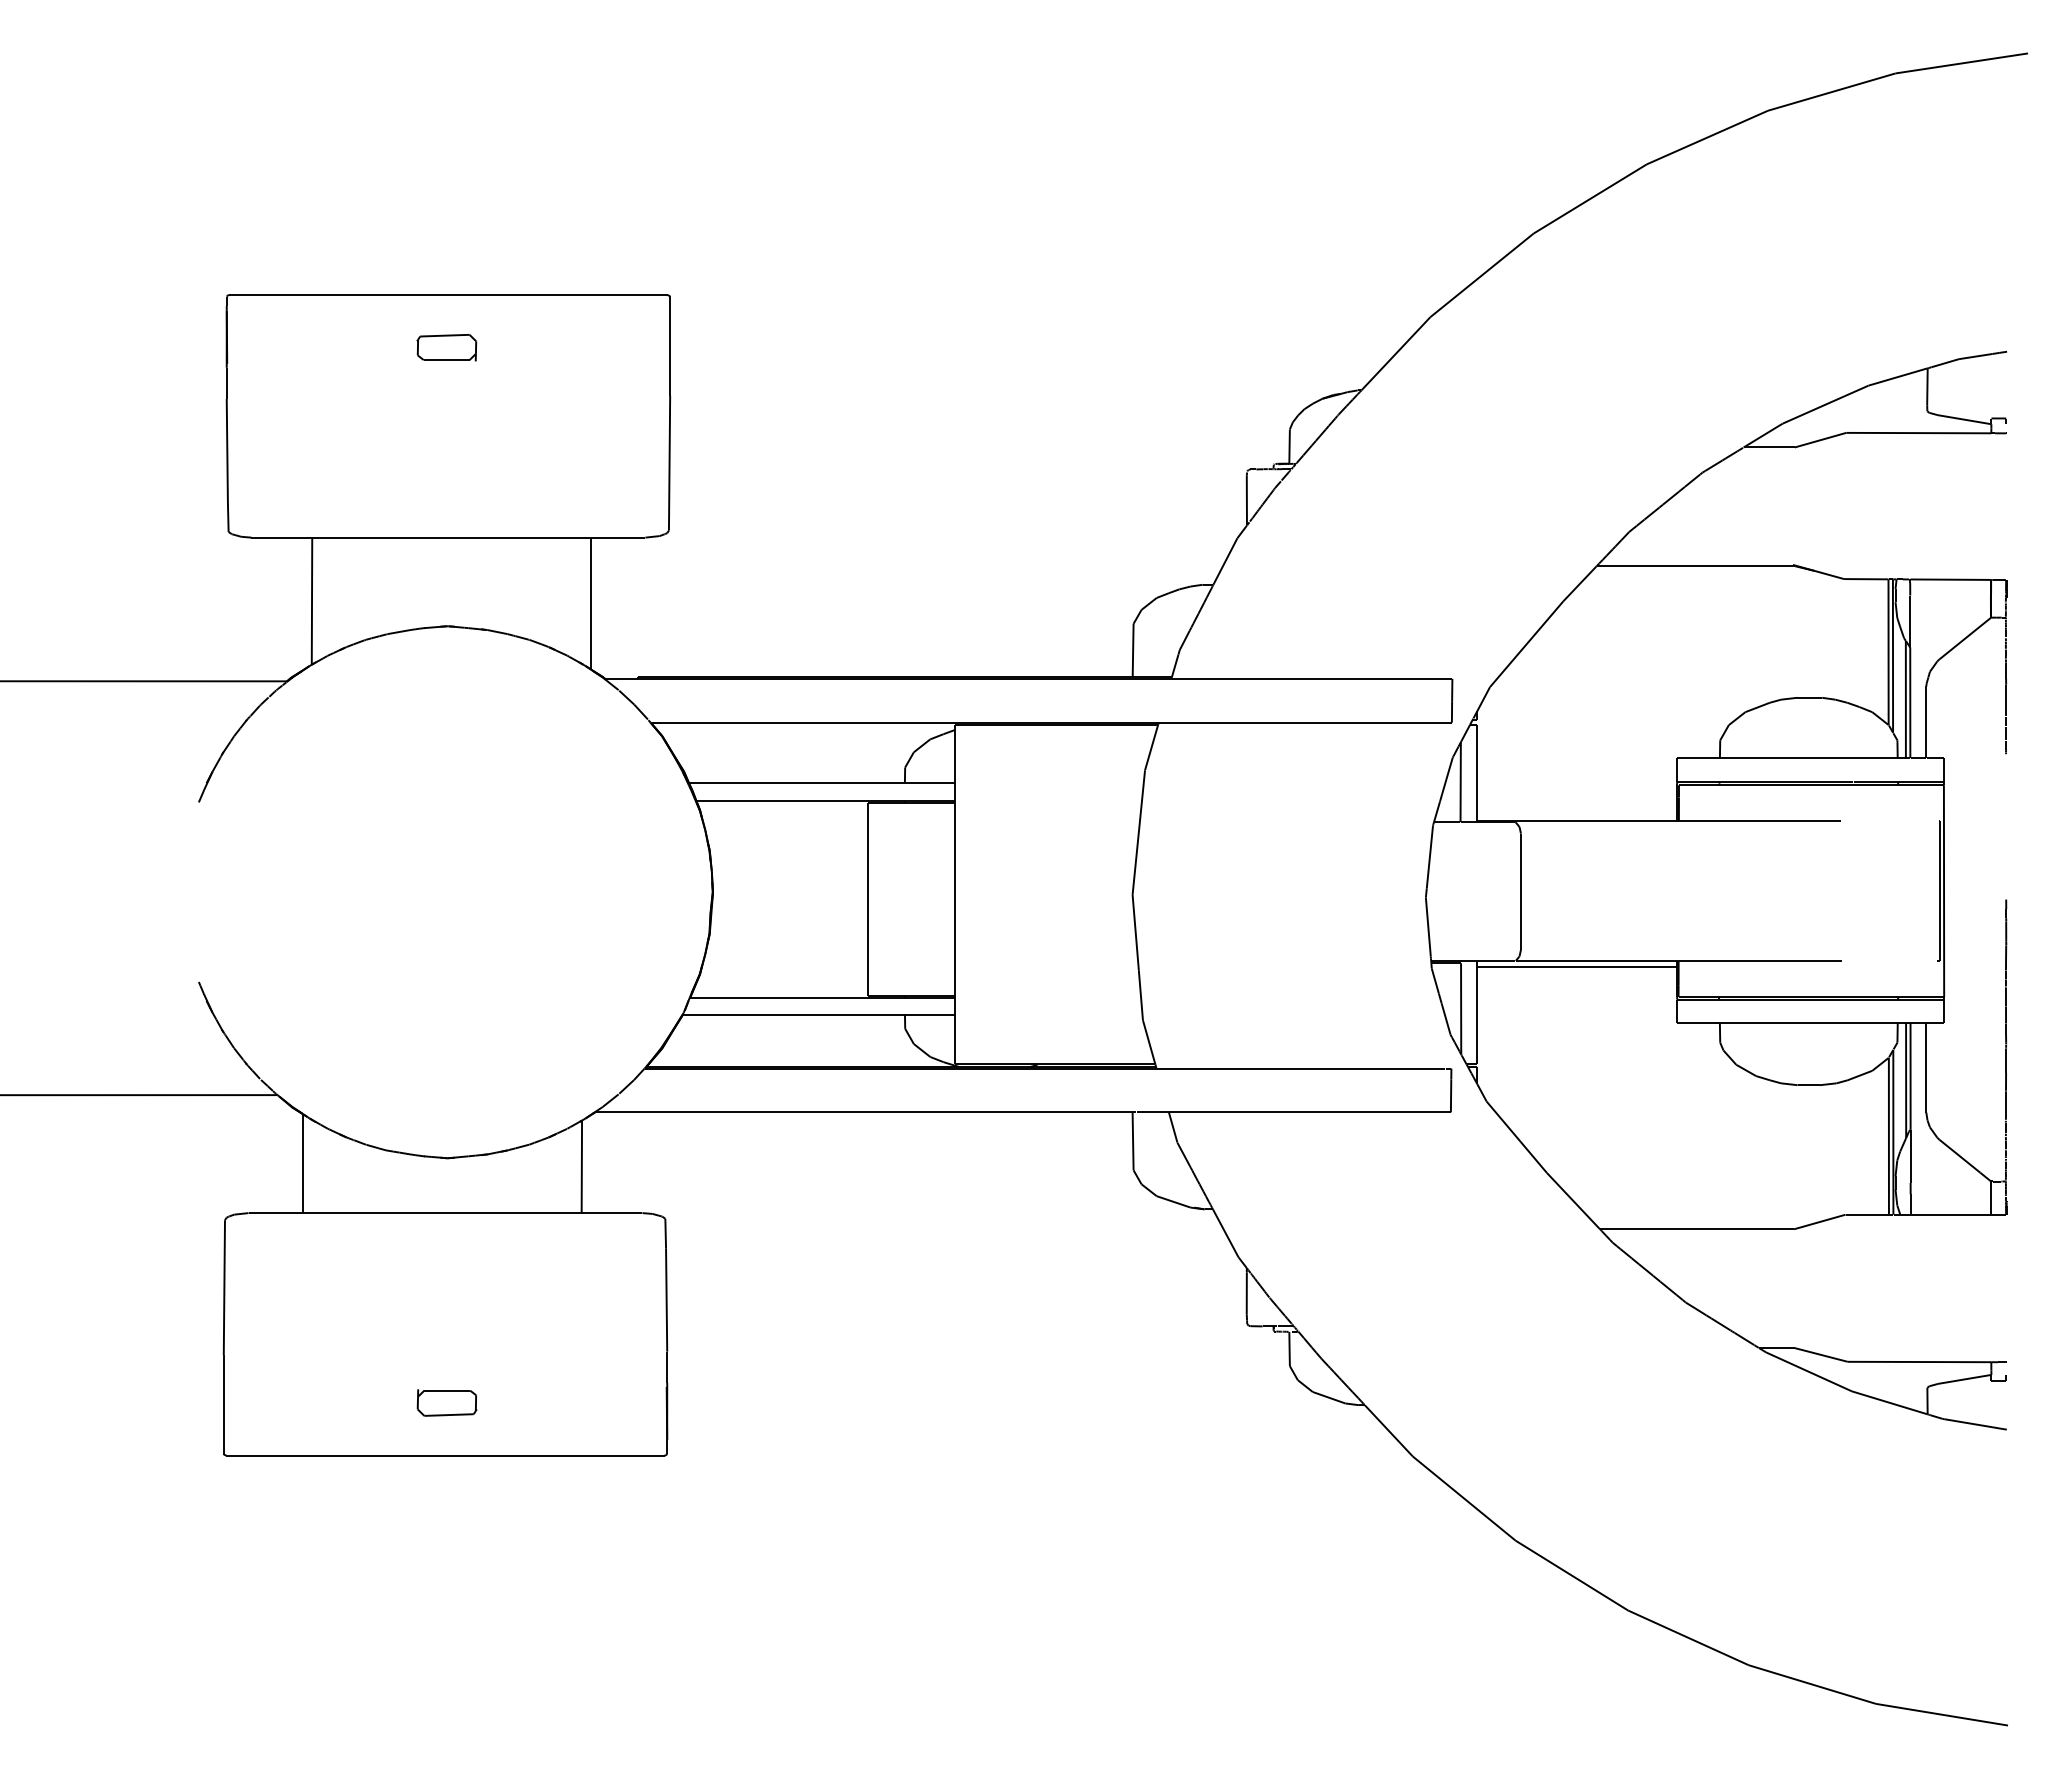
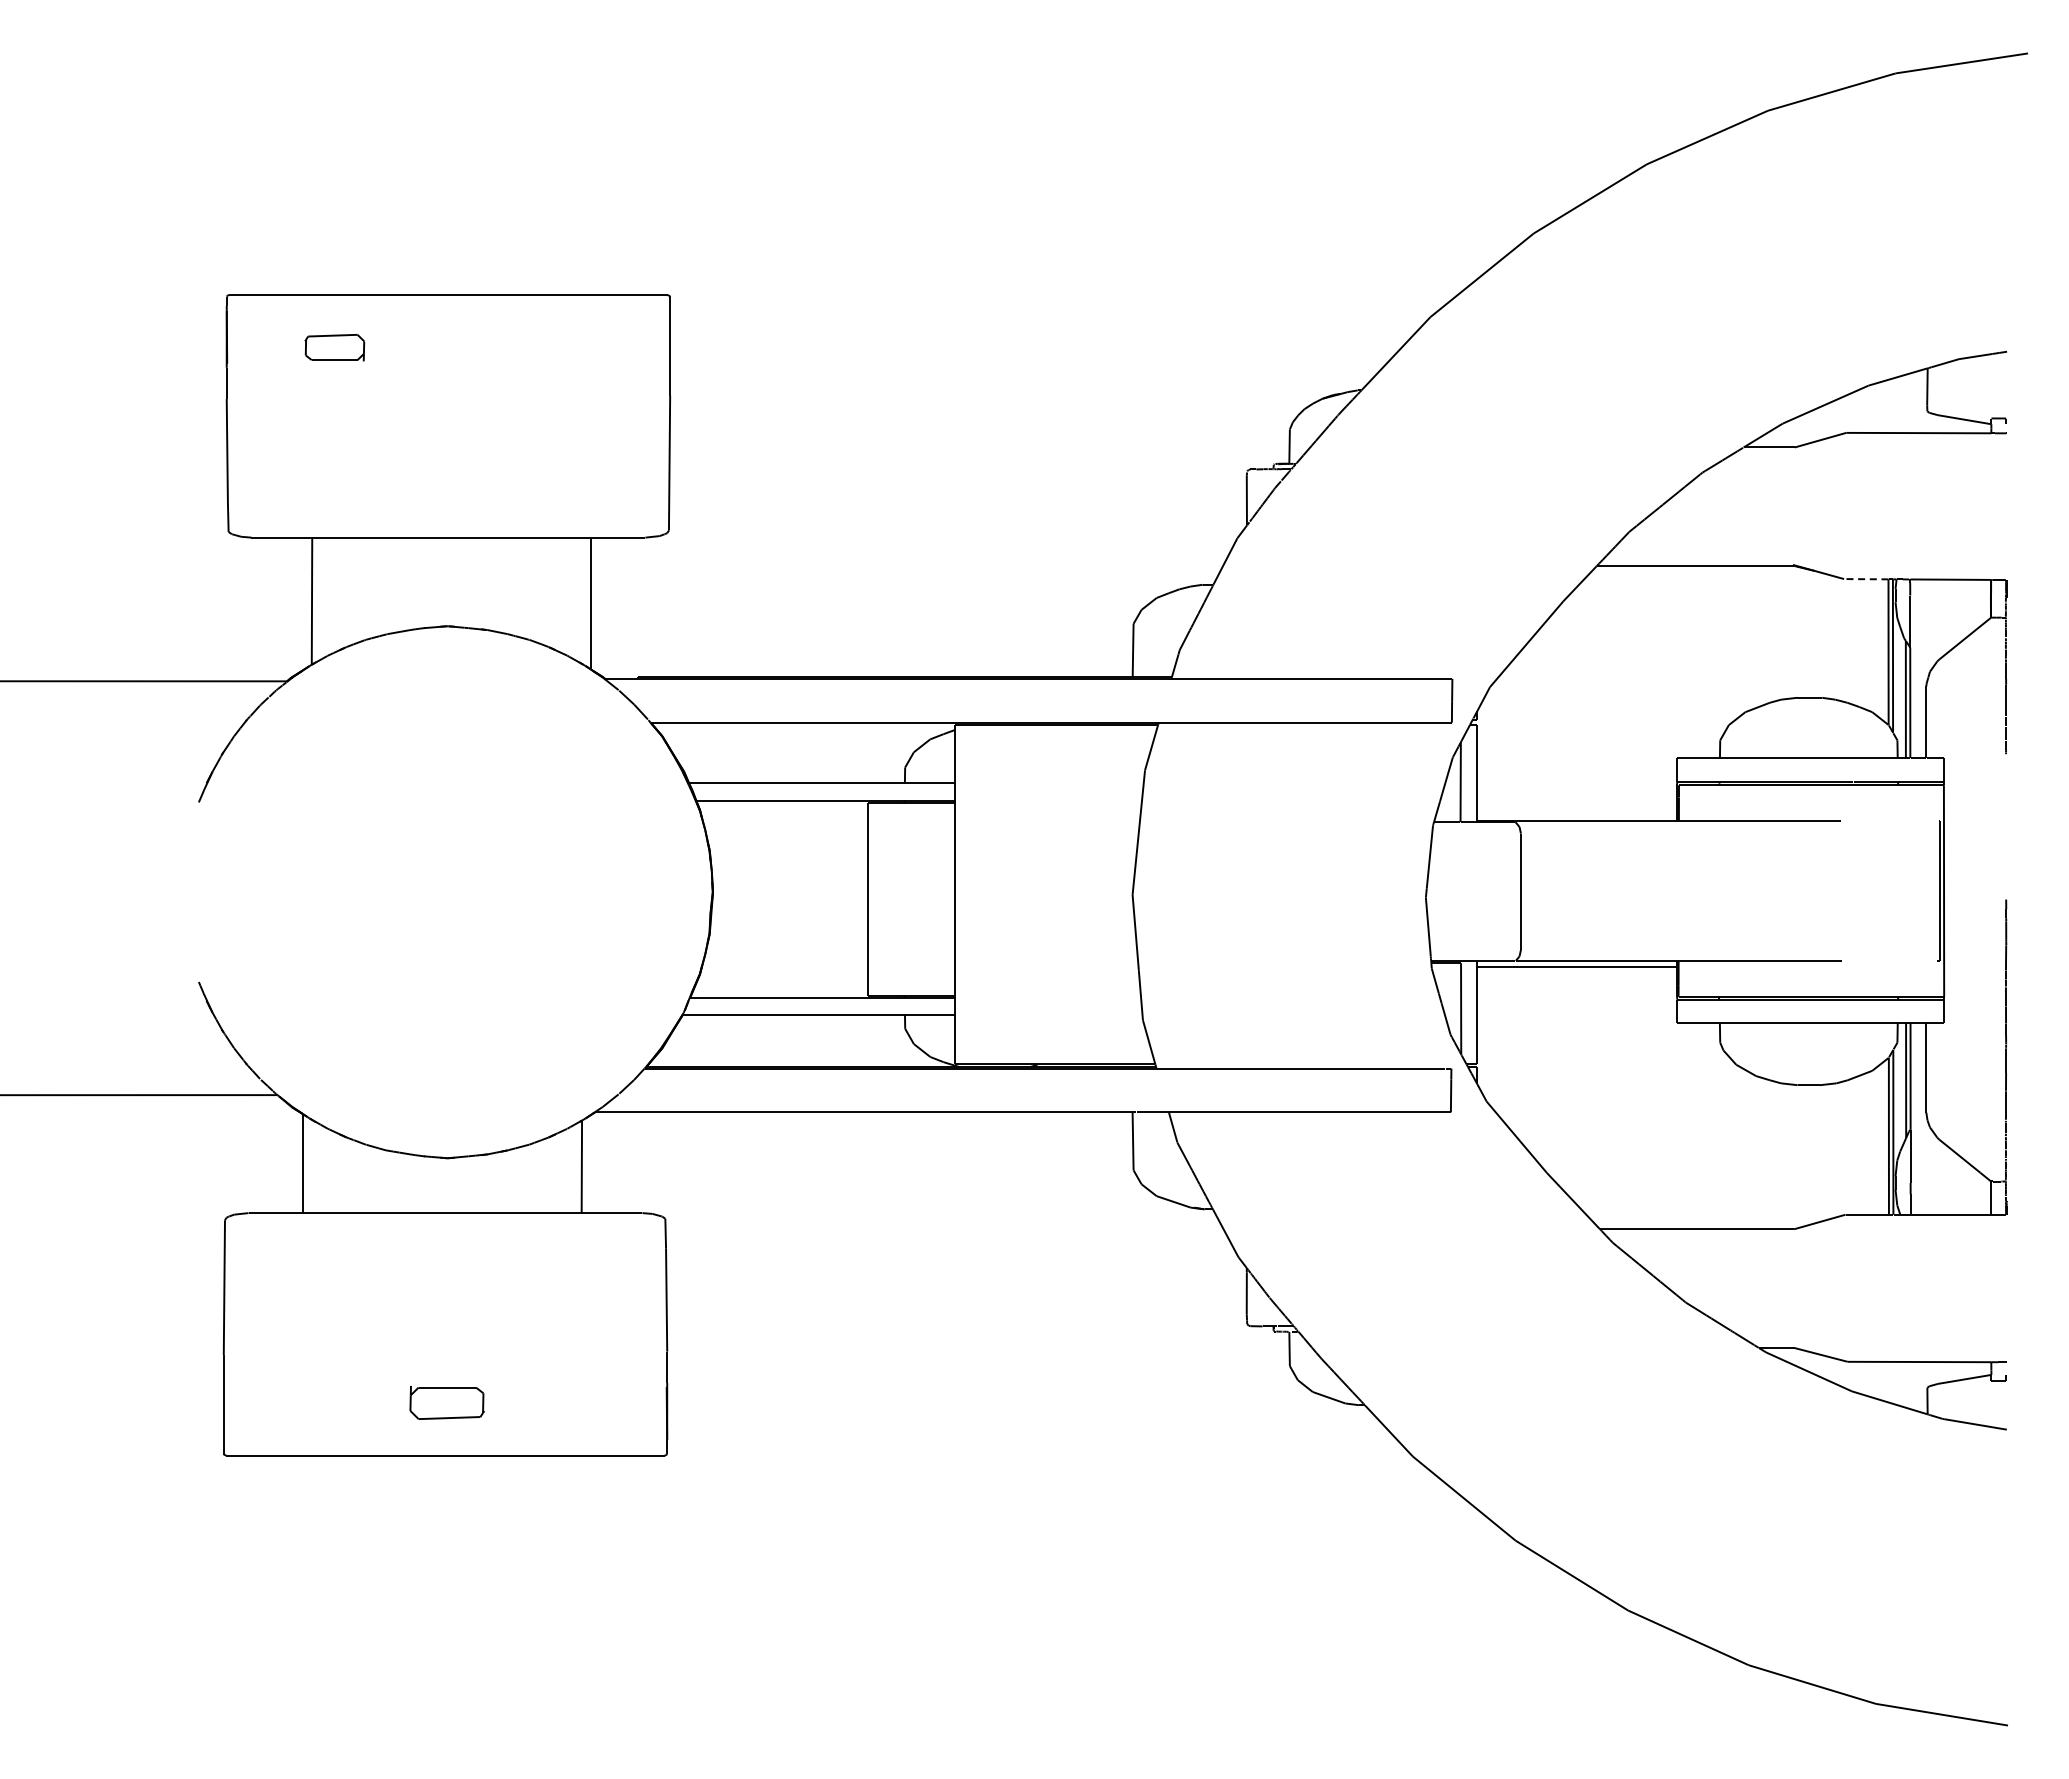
part at (446, 347) position: (446, 347) -> (334, 347)
line at (1865, 579): solid -> dashed
part at (446, 1402) size: 62x28 px -> 76x34 px
